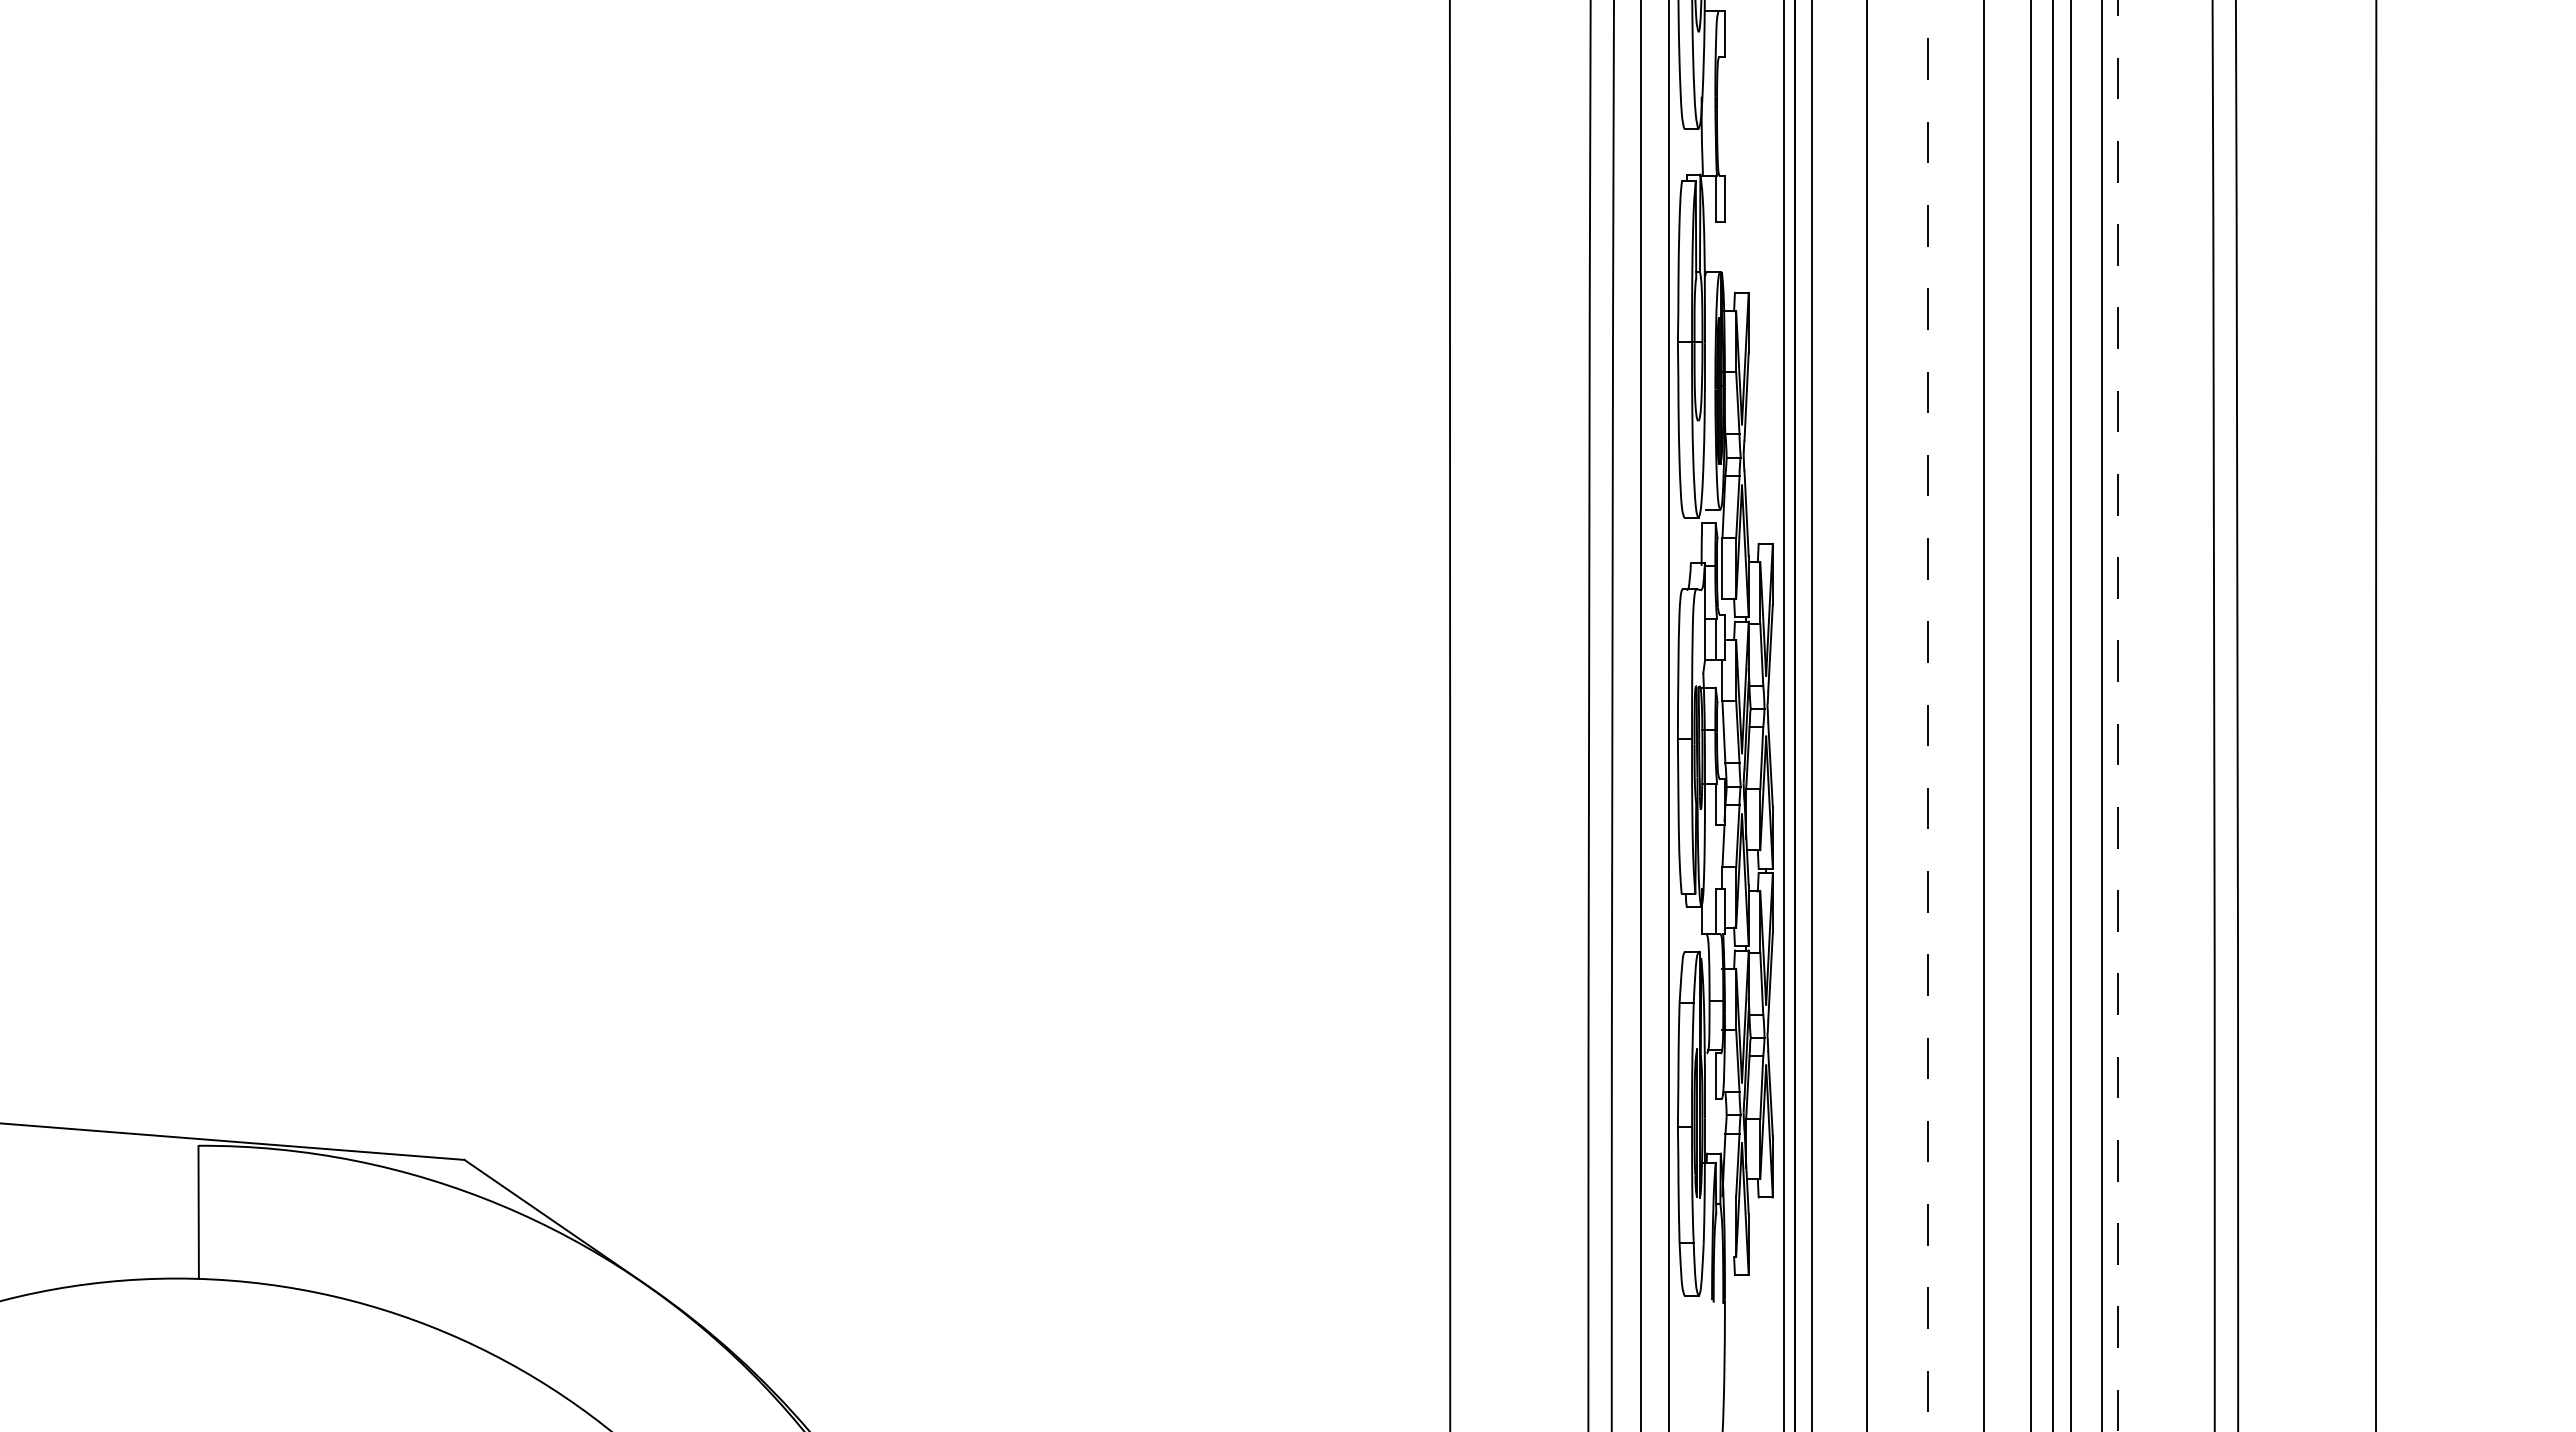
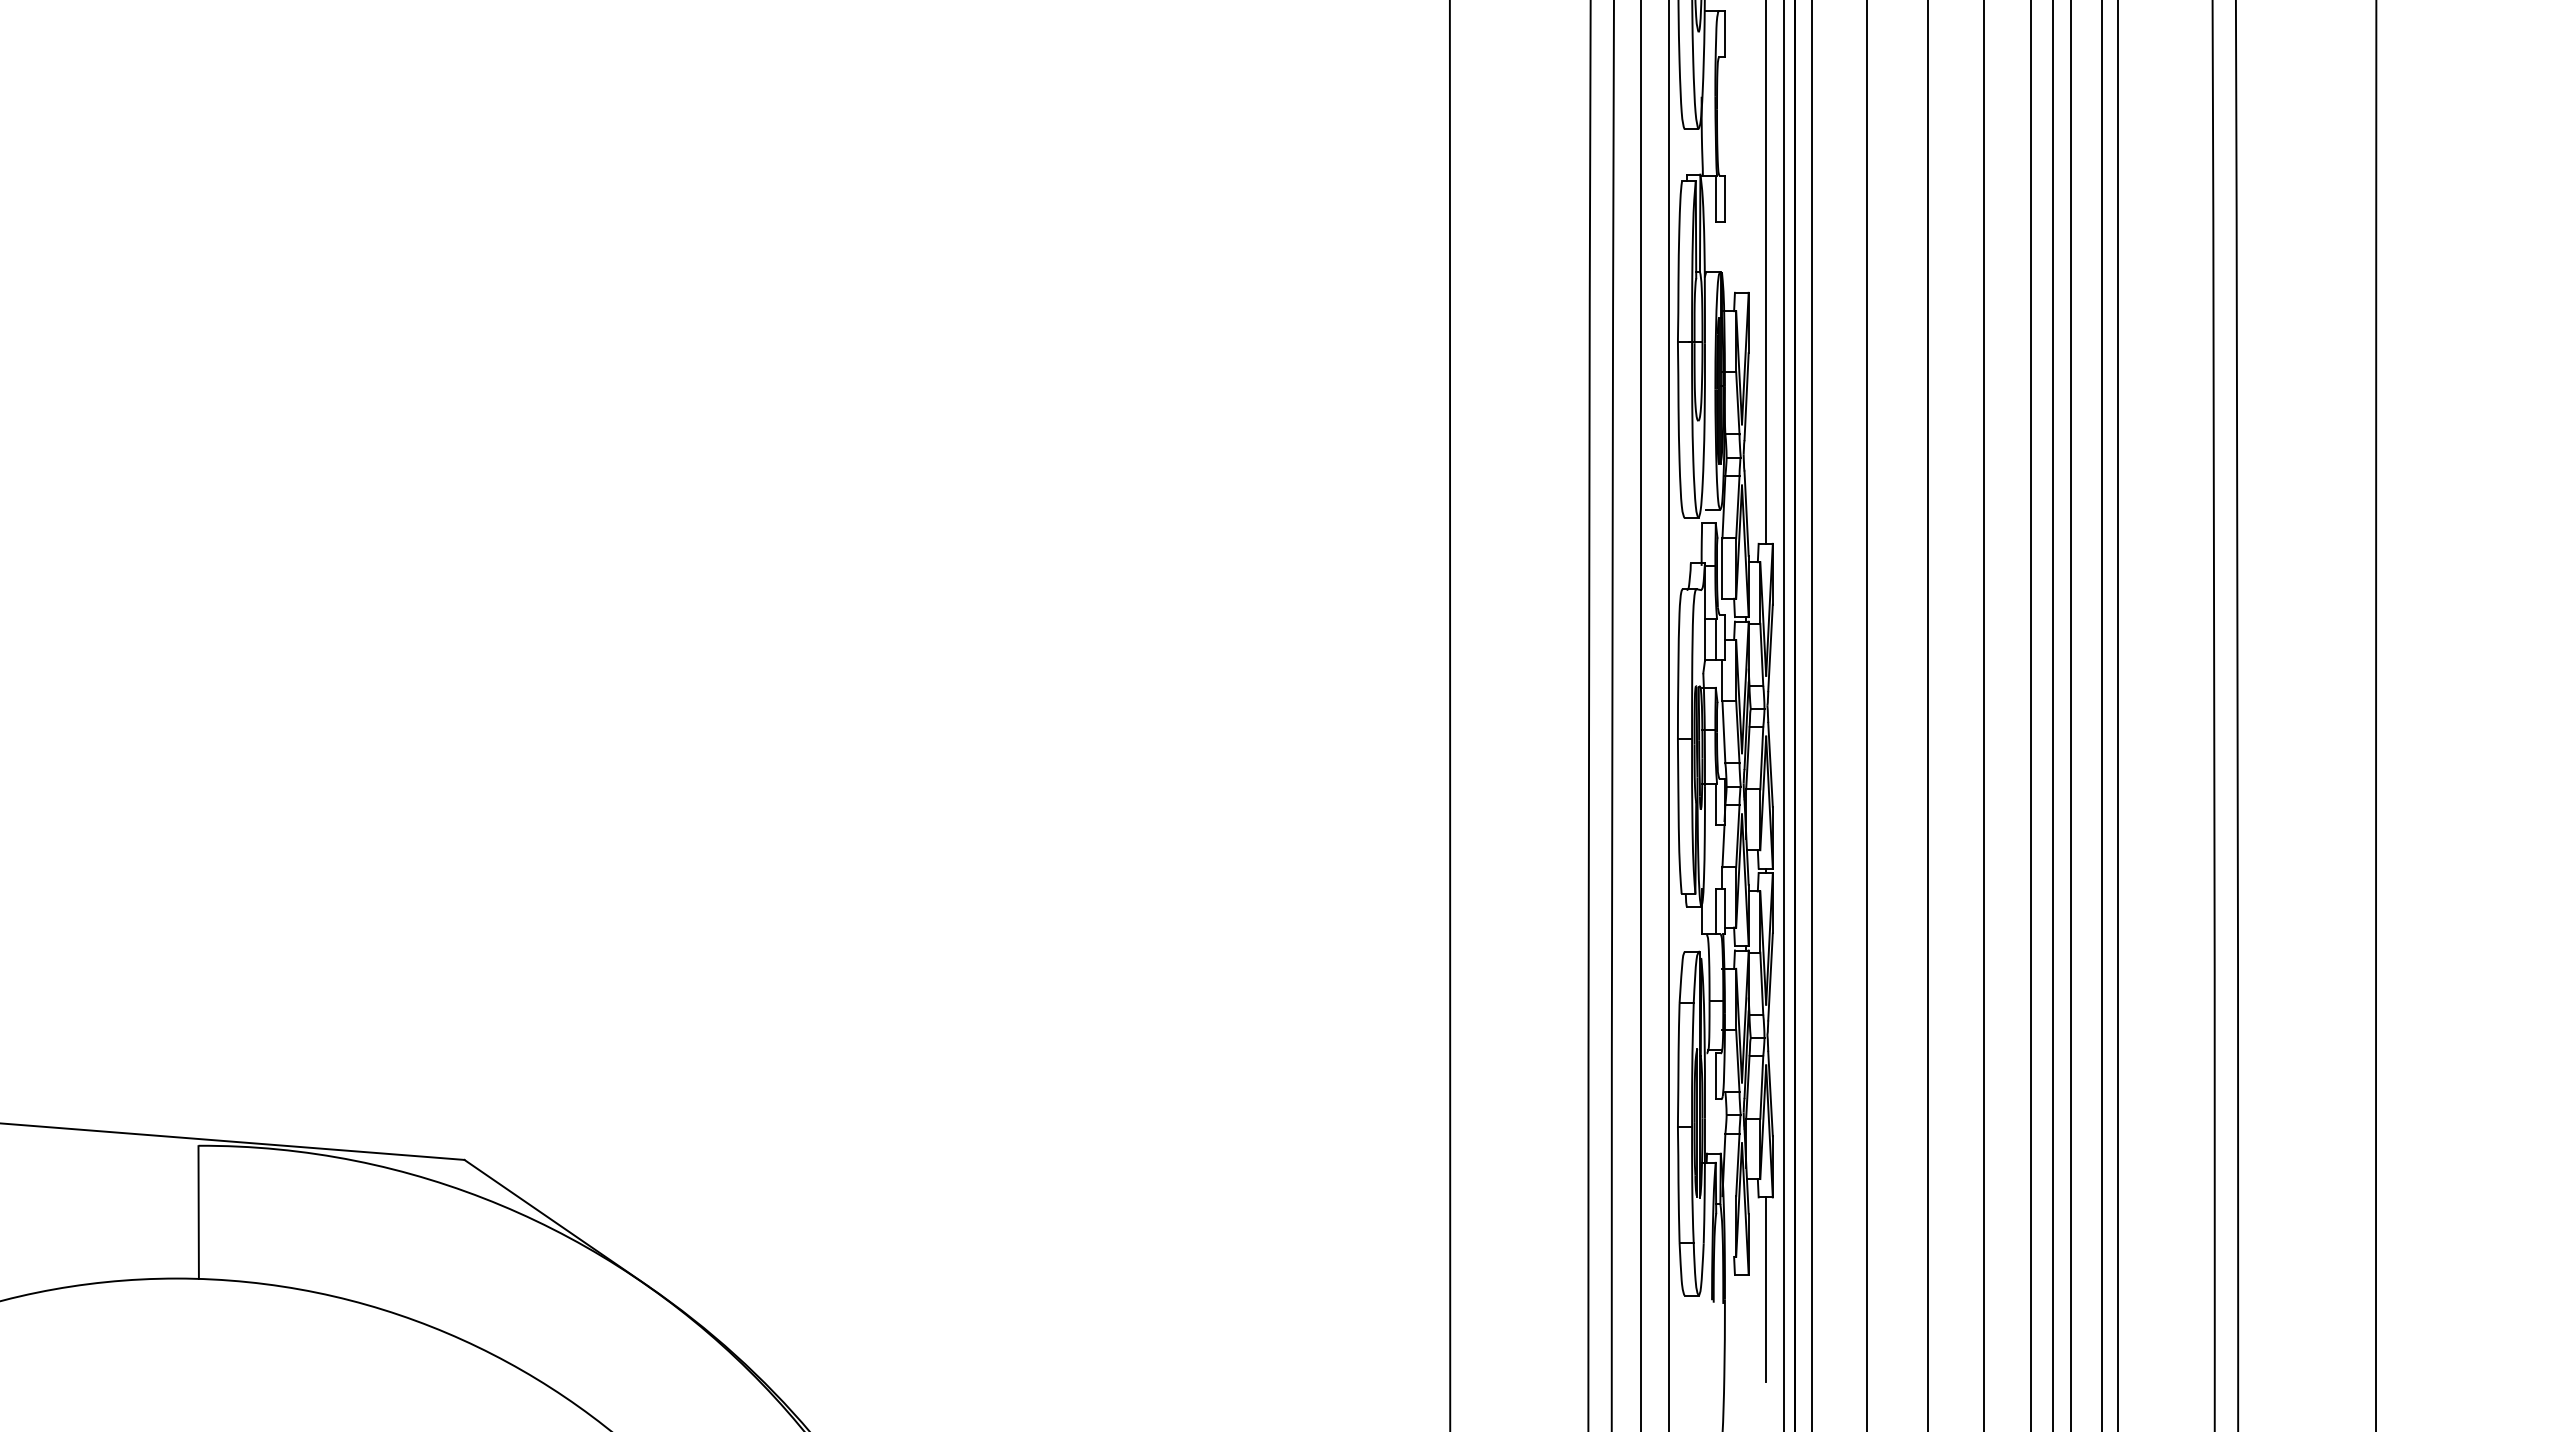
line at (1765, 272): none -> present
line at (2117, 715): dashed -> solid
line at (1928, 716): dashed -> solid
line at (1765, 1289): none -> present
